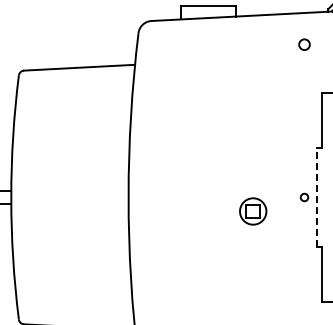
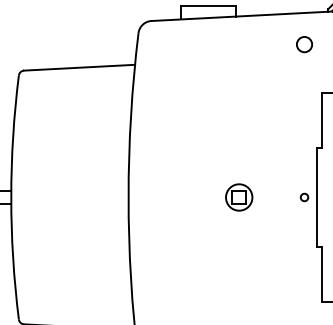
circle at (304, 44) size: 13x13 px -> 17x18 px
line at (317, 197): dashed -> solid
part at (253, 211) position: (253, 211) -> (239, 197)
